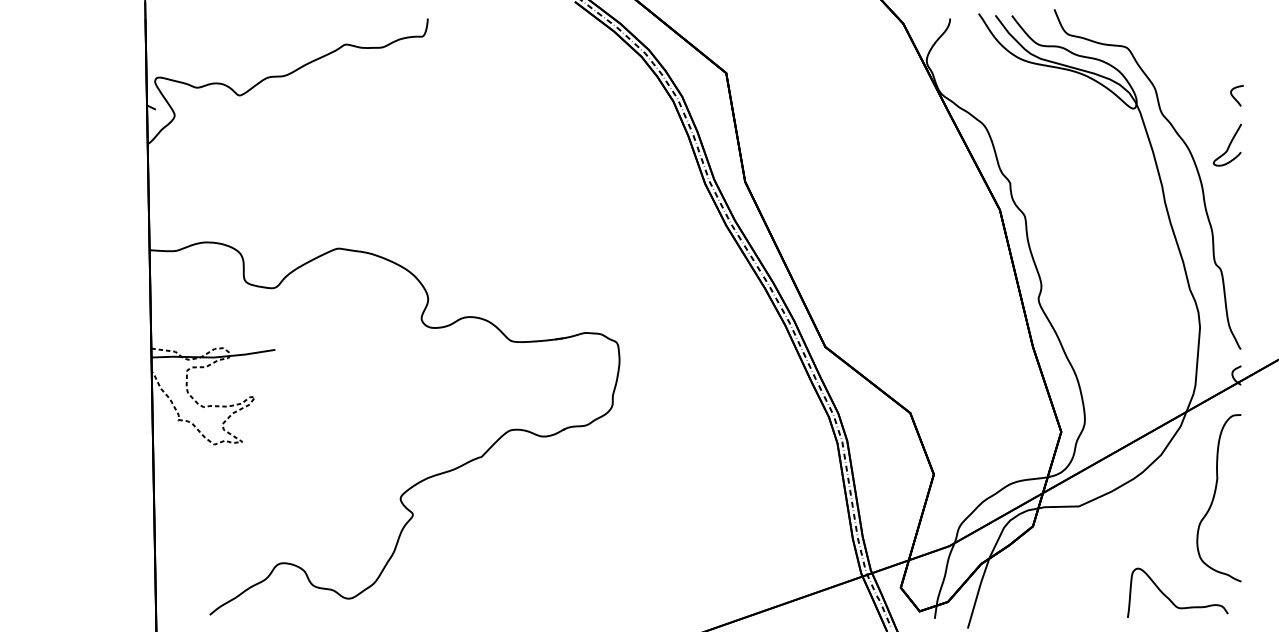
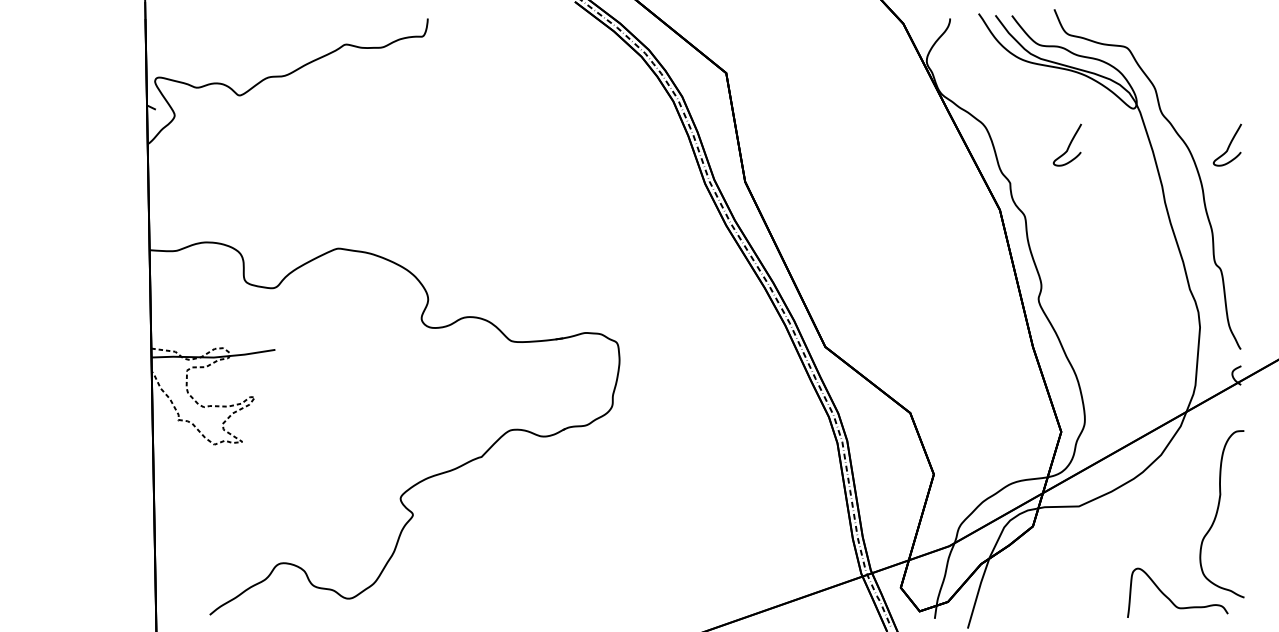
curve at (1234, 96): present -> none
curve at (1068, 145): none -> present
curve at (1214, 498) position: (1214, 498) -> (1217, 514)
